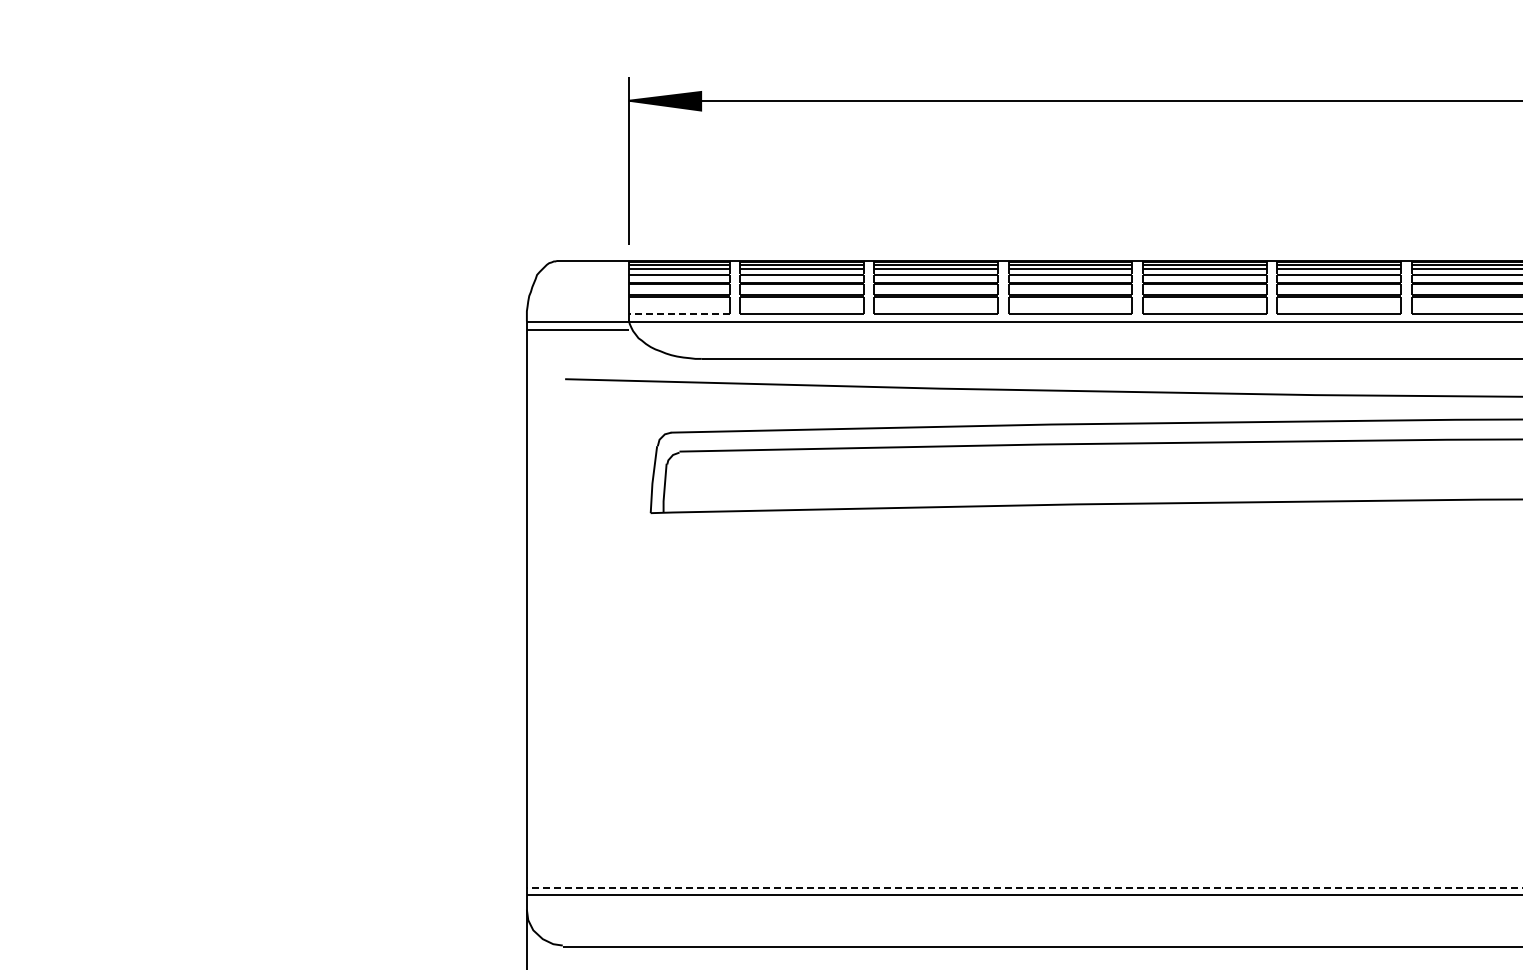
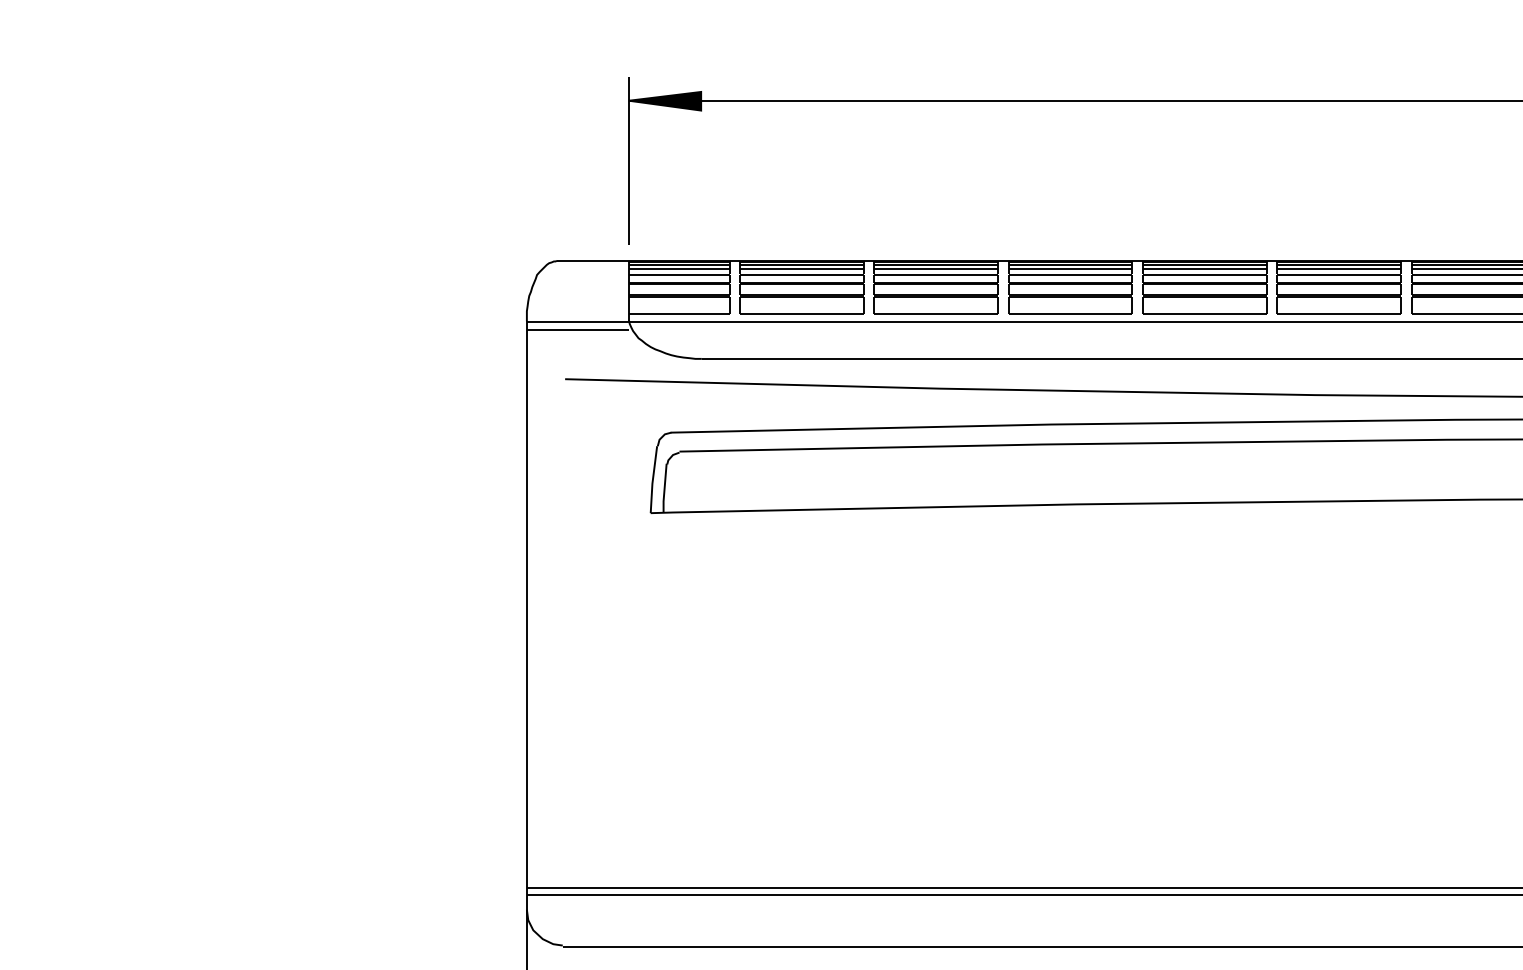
line at (678, 313): dashed -> solid
line at (1024, 888): dashed -> solid
